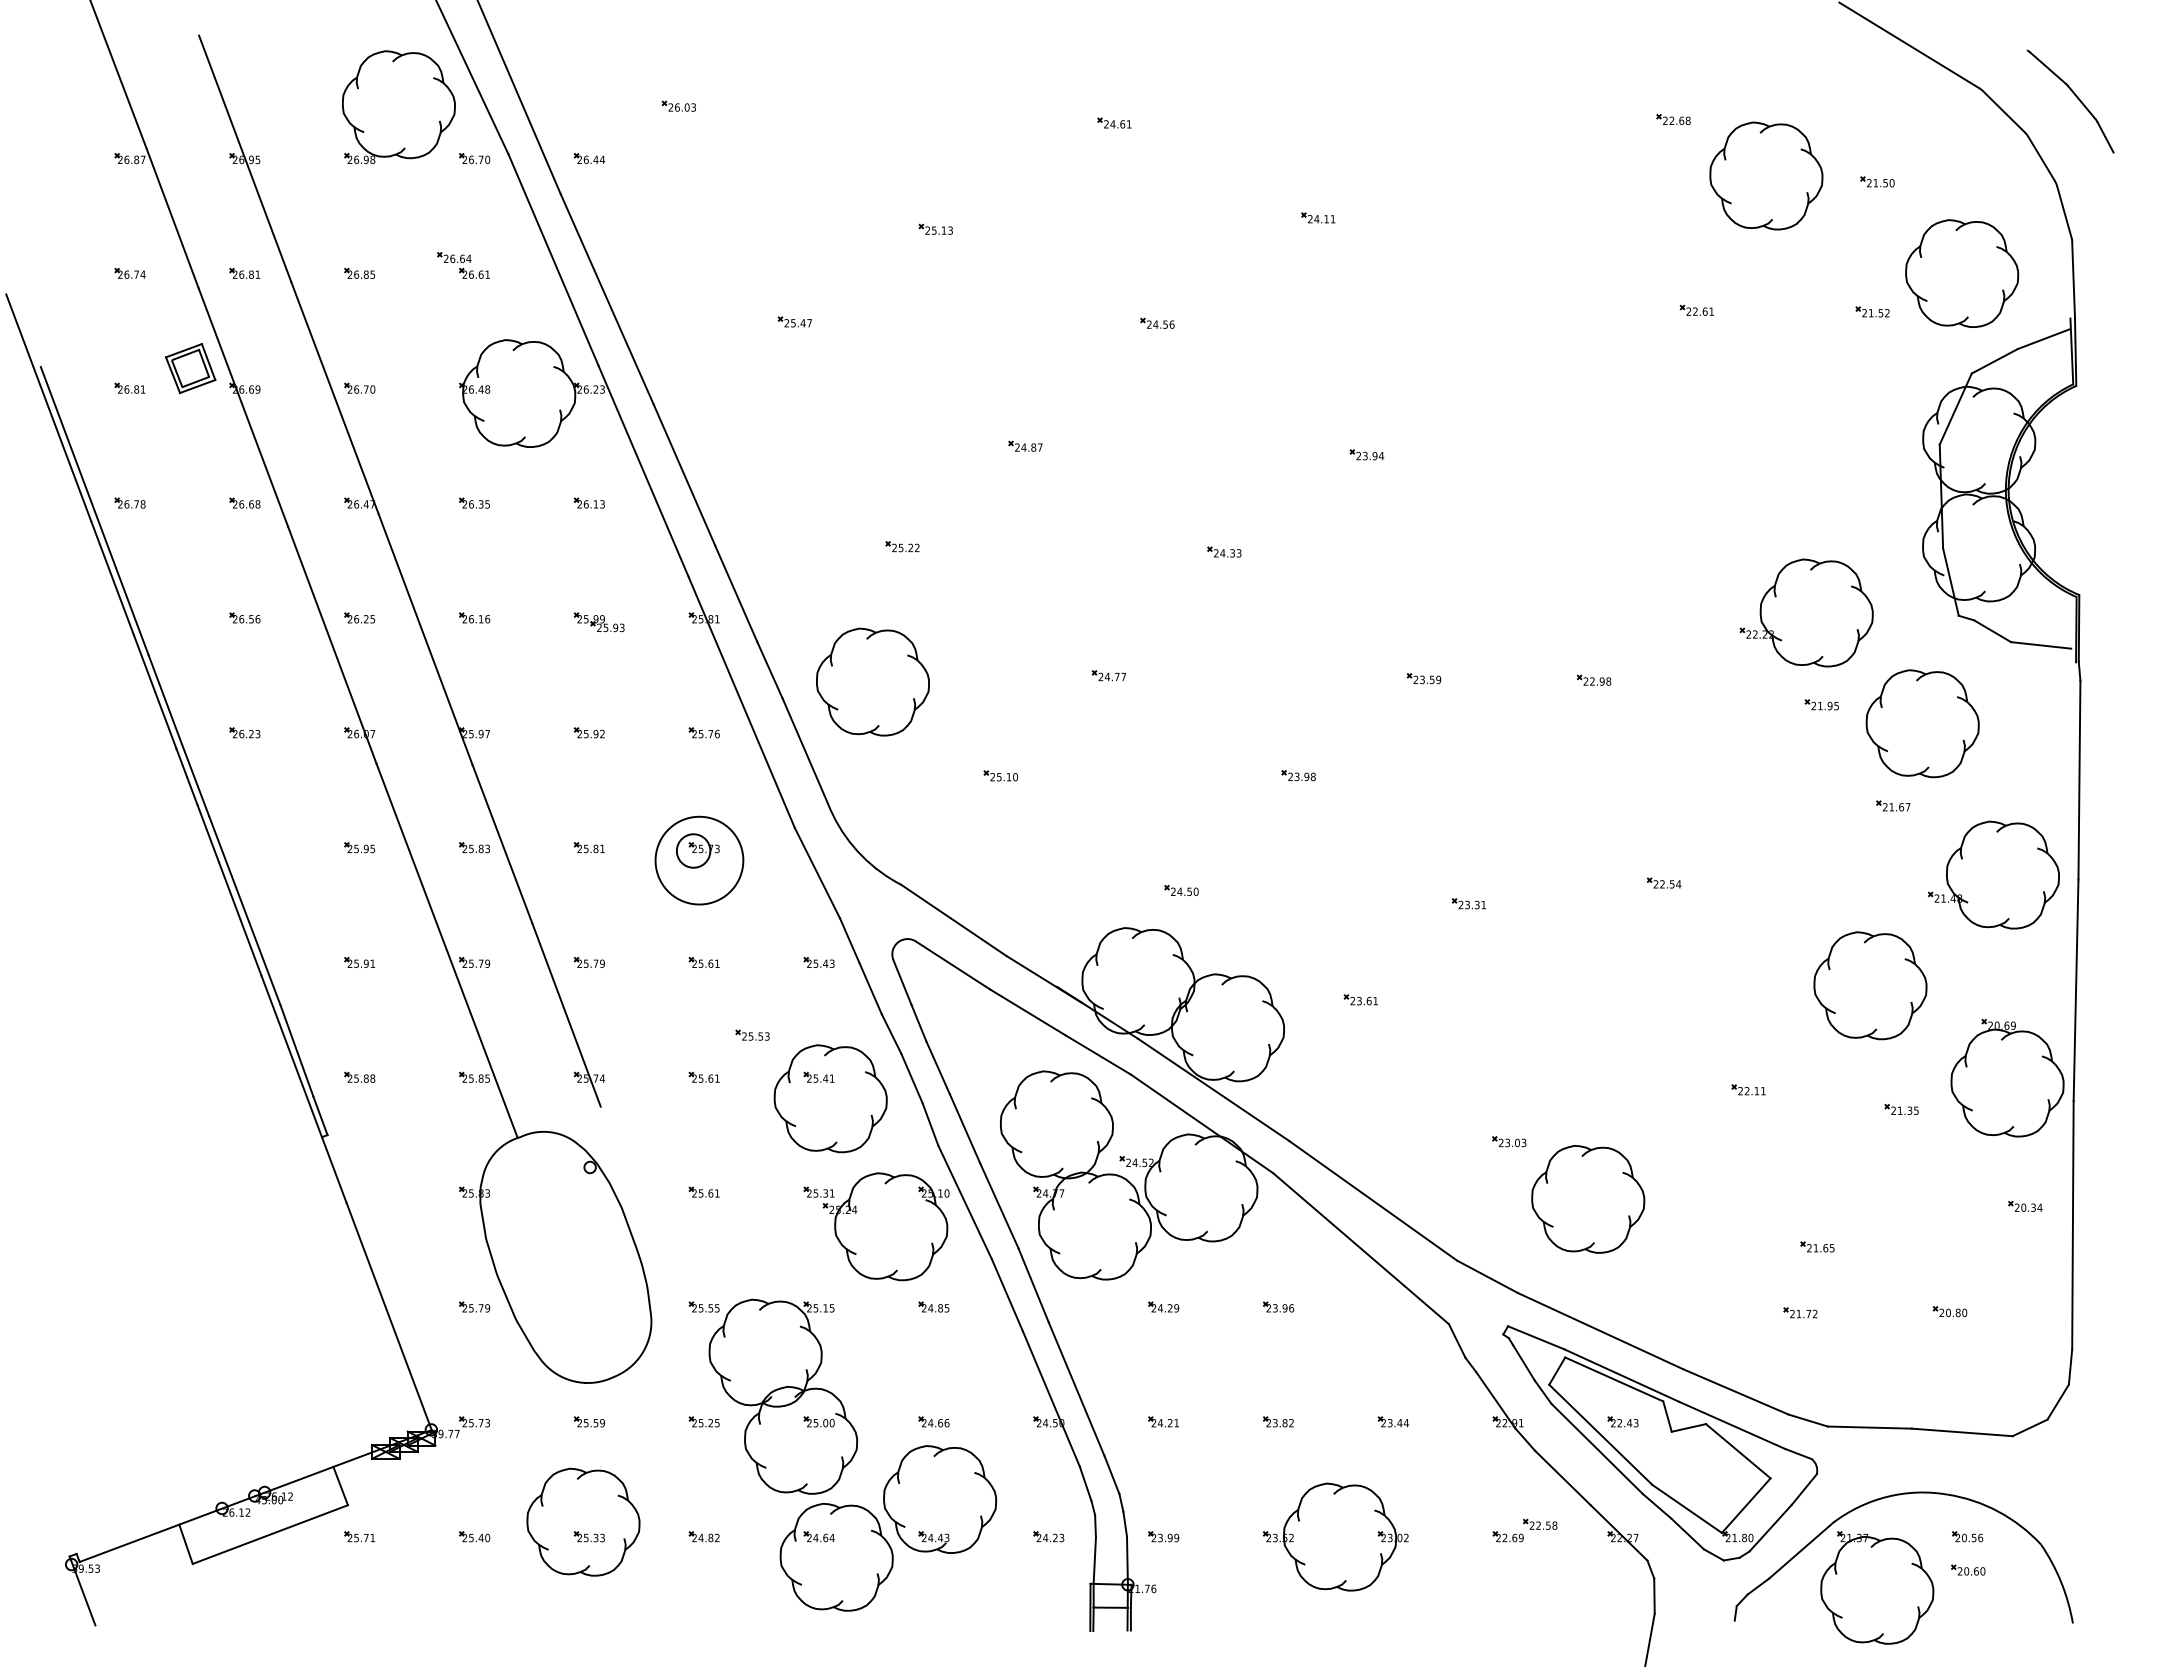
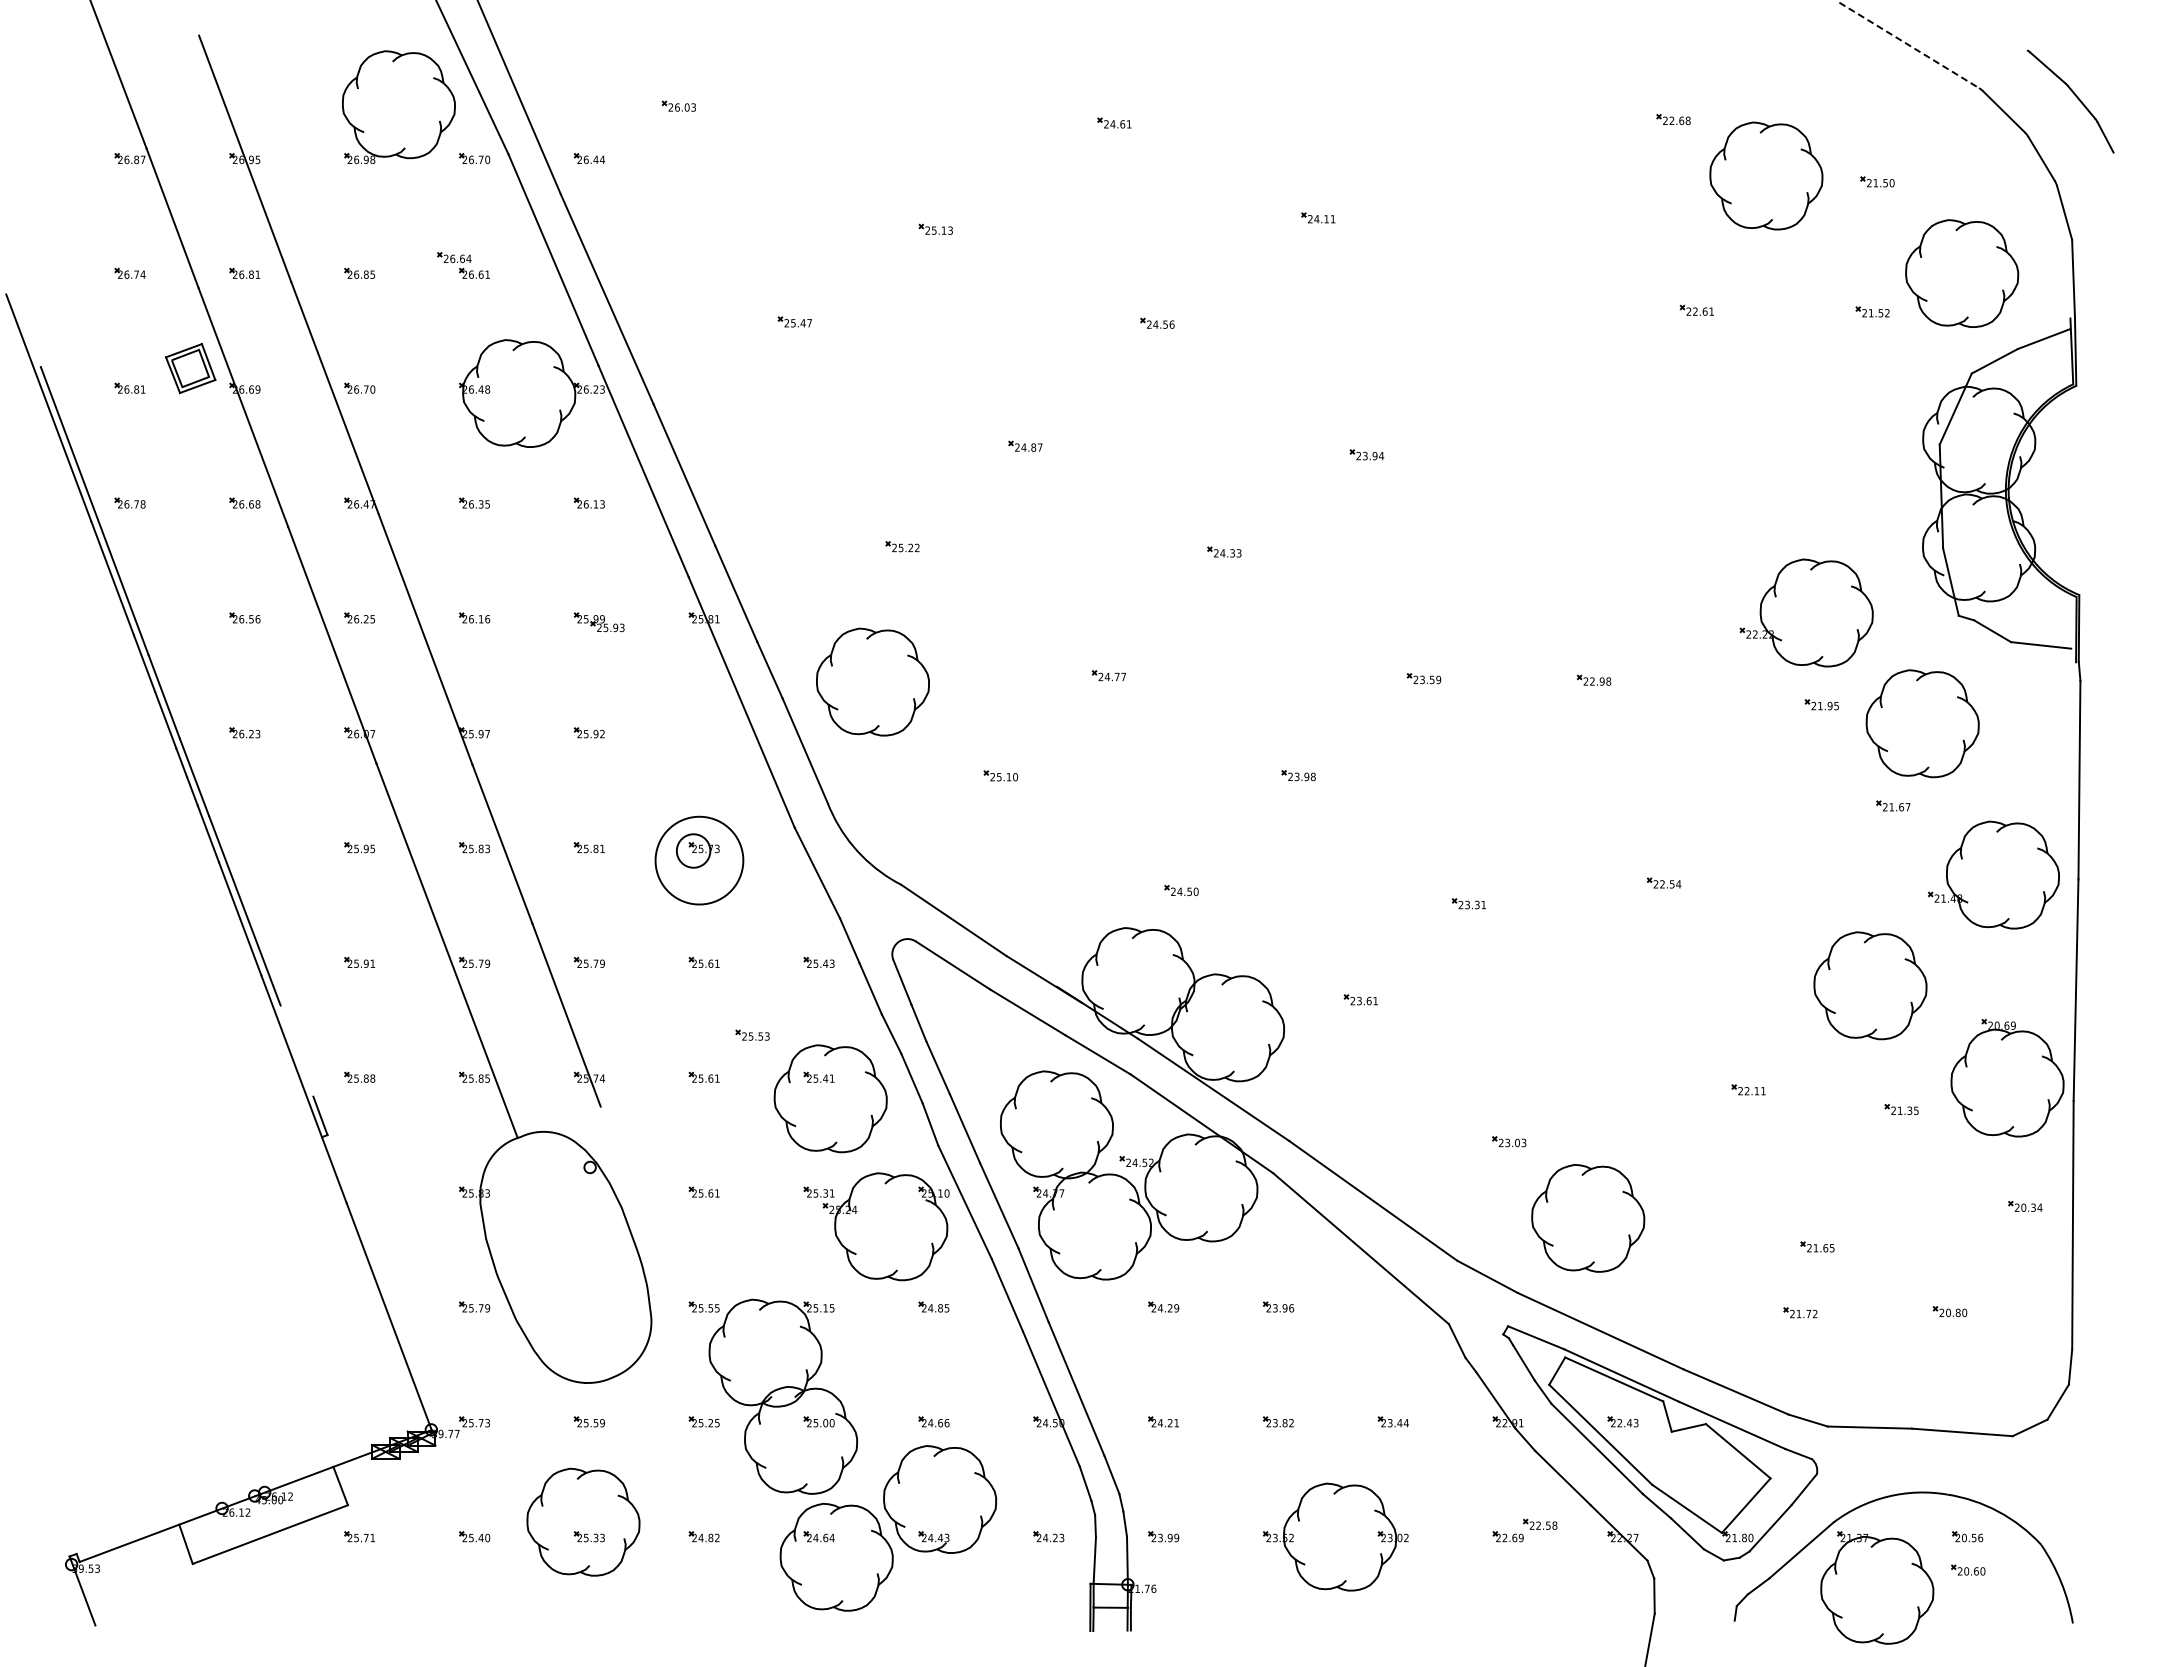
line at (1909, 45): solid -> dashed
part at (703, 732): present -> none
line at (296, 1050): present -> none
part at (1588, 1199) position: (1588, 1199) -> (1588, 1218)
